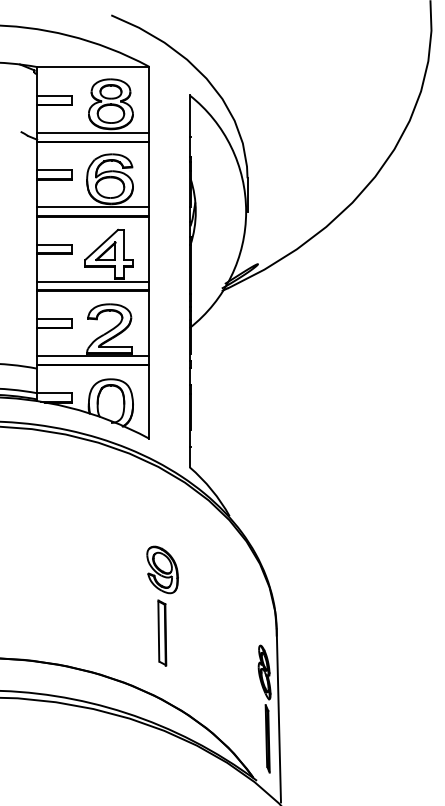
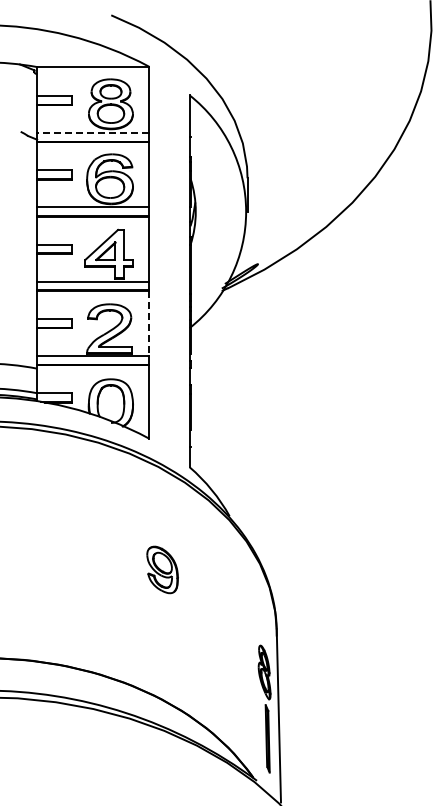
line at (93, 133): solid -> dashed
line at (149, 323): solid -> dashed
part at (162, 632): present -> none
